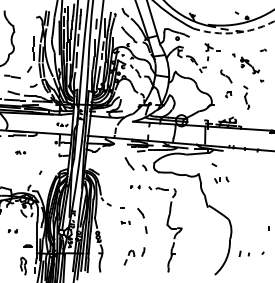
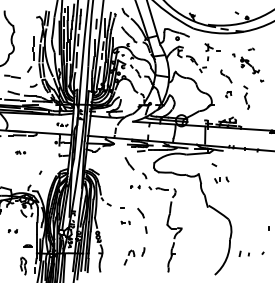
arc at (235, 32): dashed -> solid
part at (262, 49) position: (262, 49) -> (250, 48)
arc at (144, 167) position: (144, 167) -> (144, 175)
